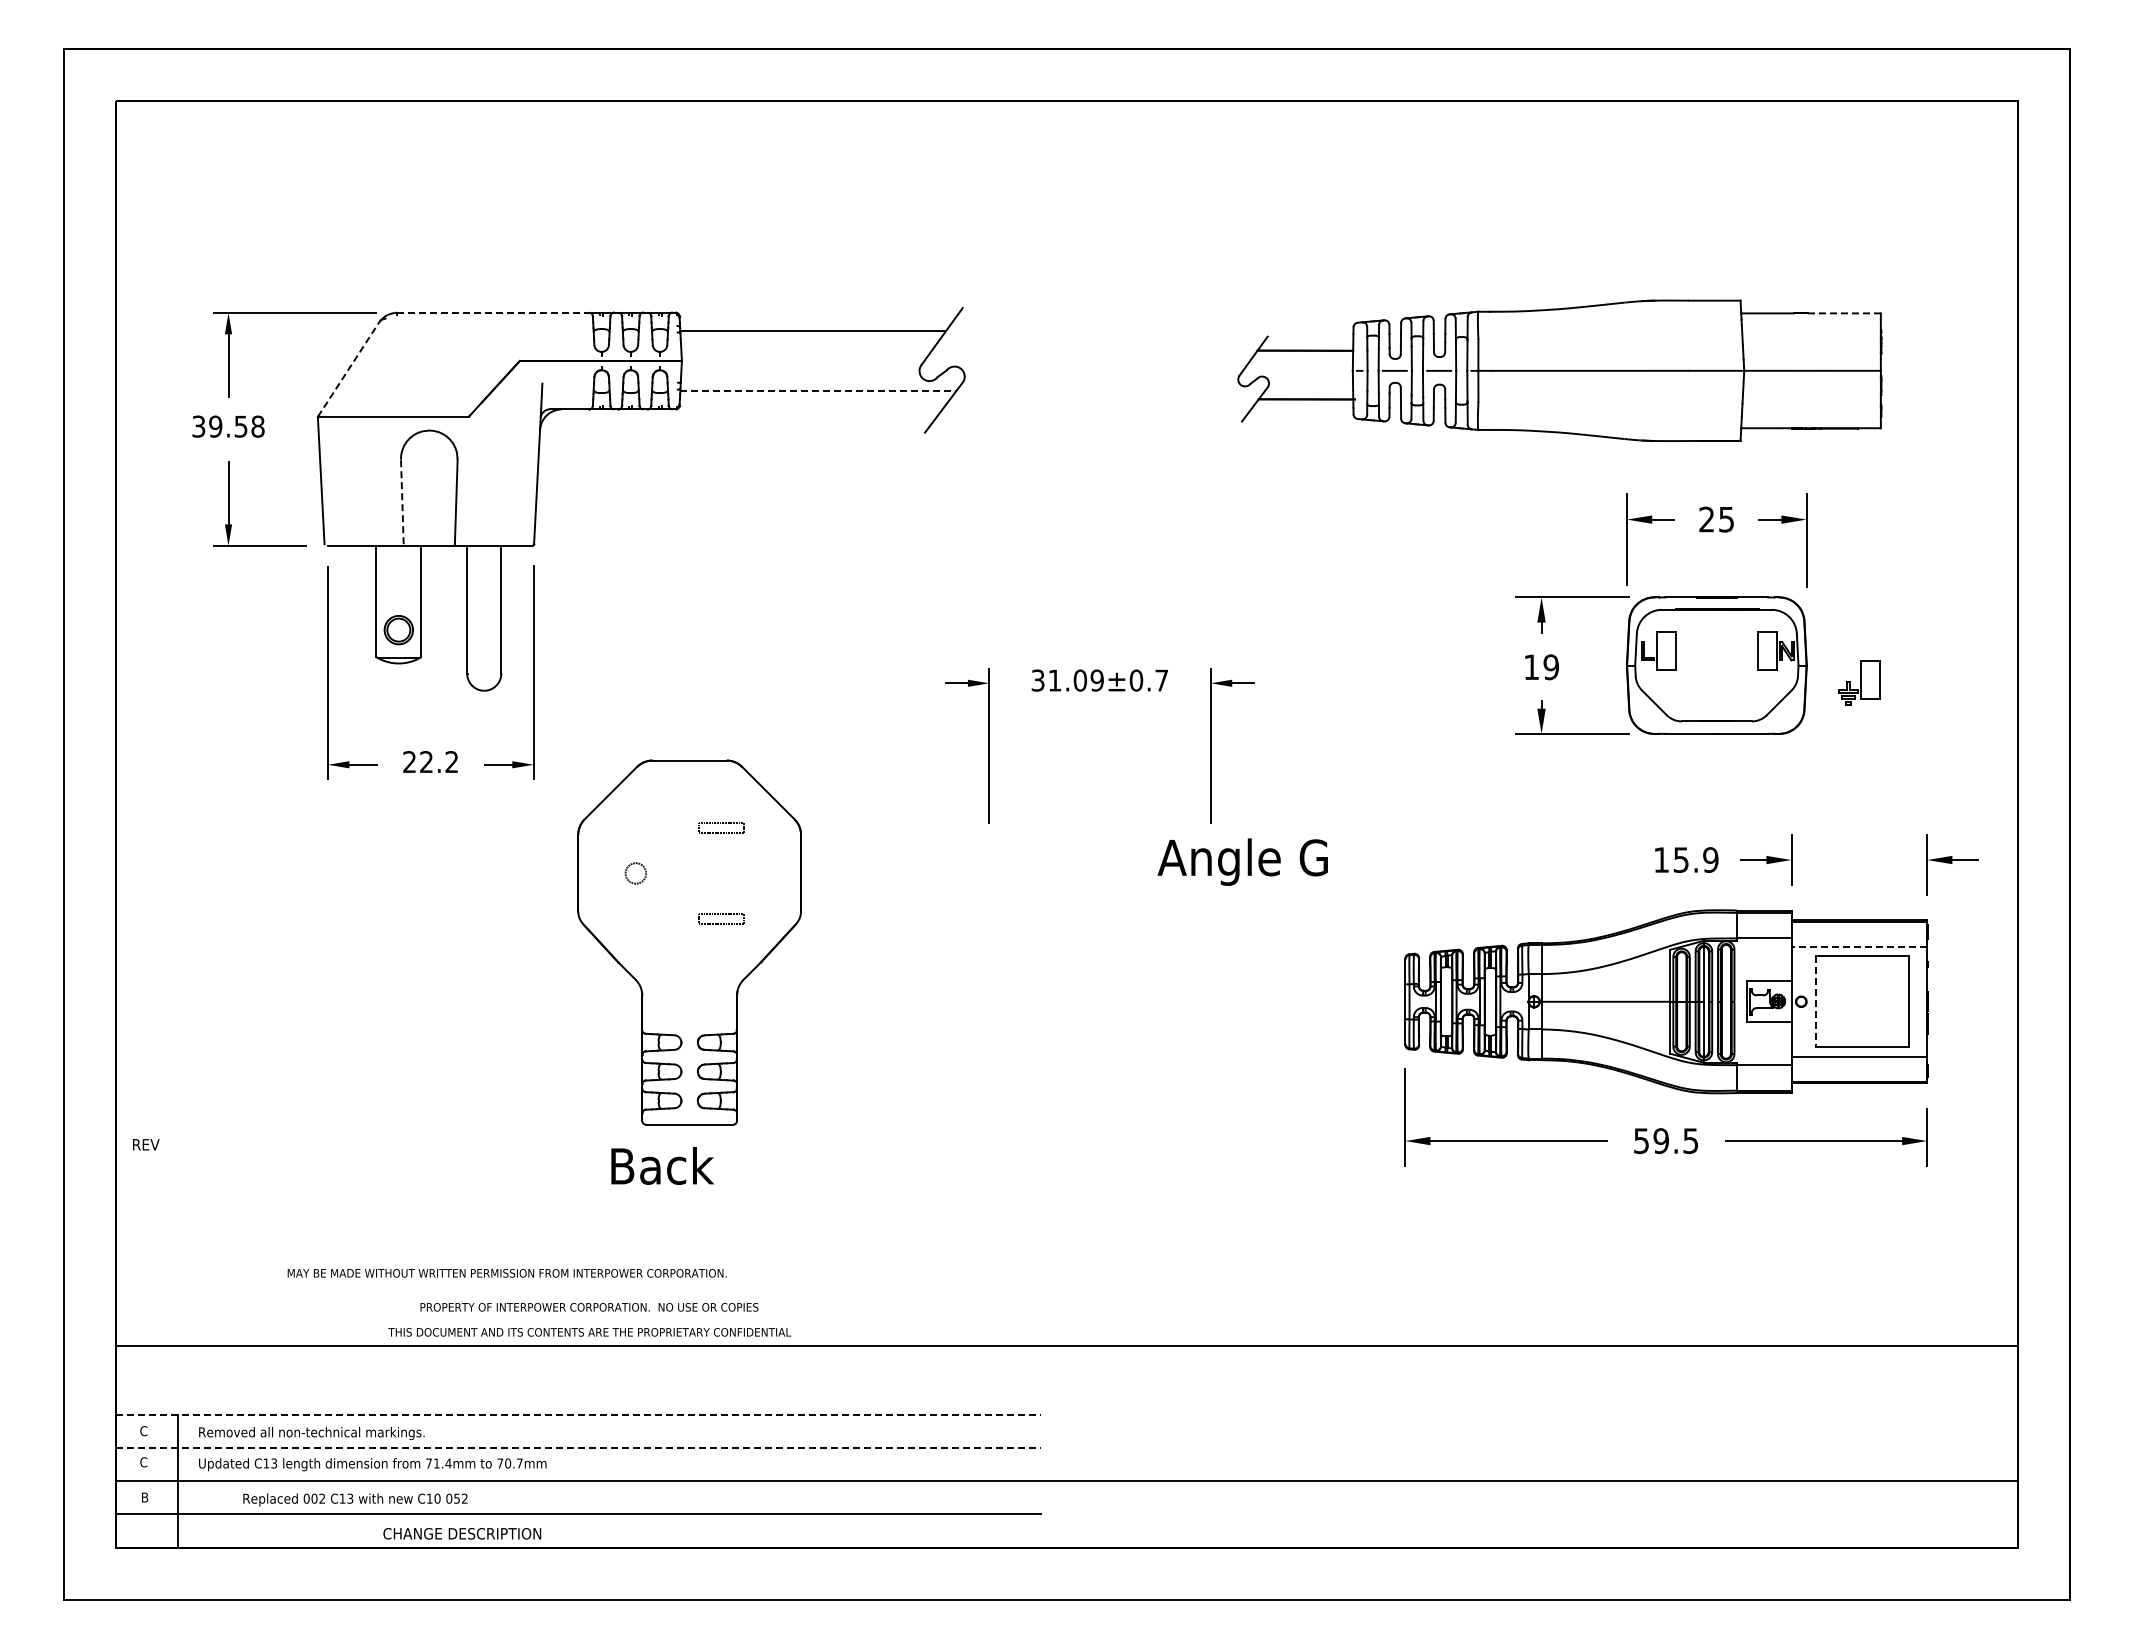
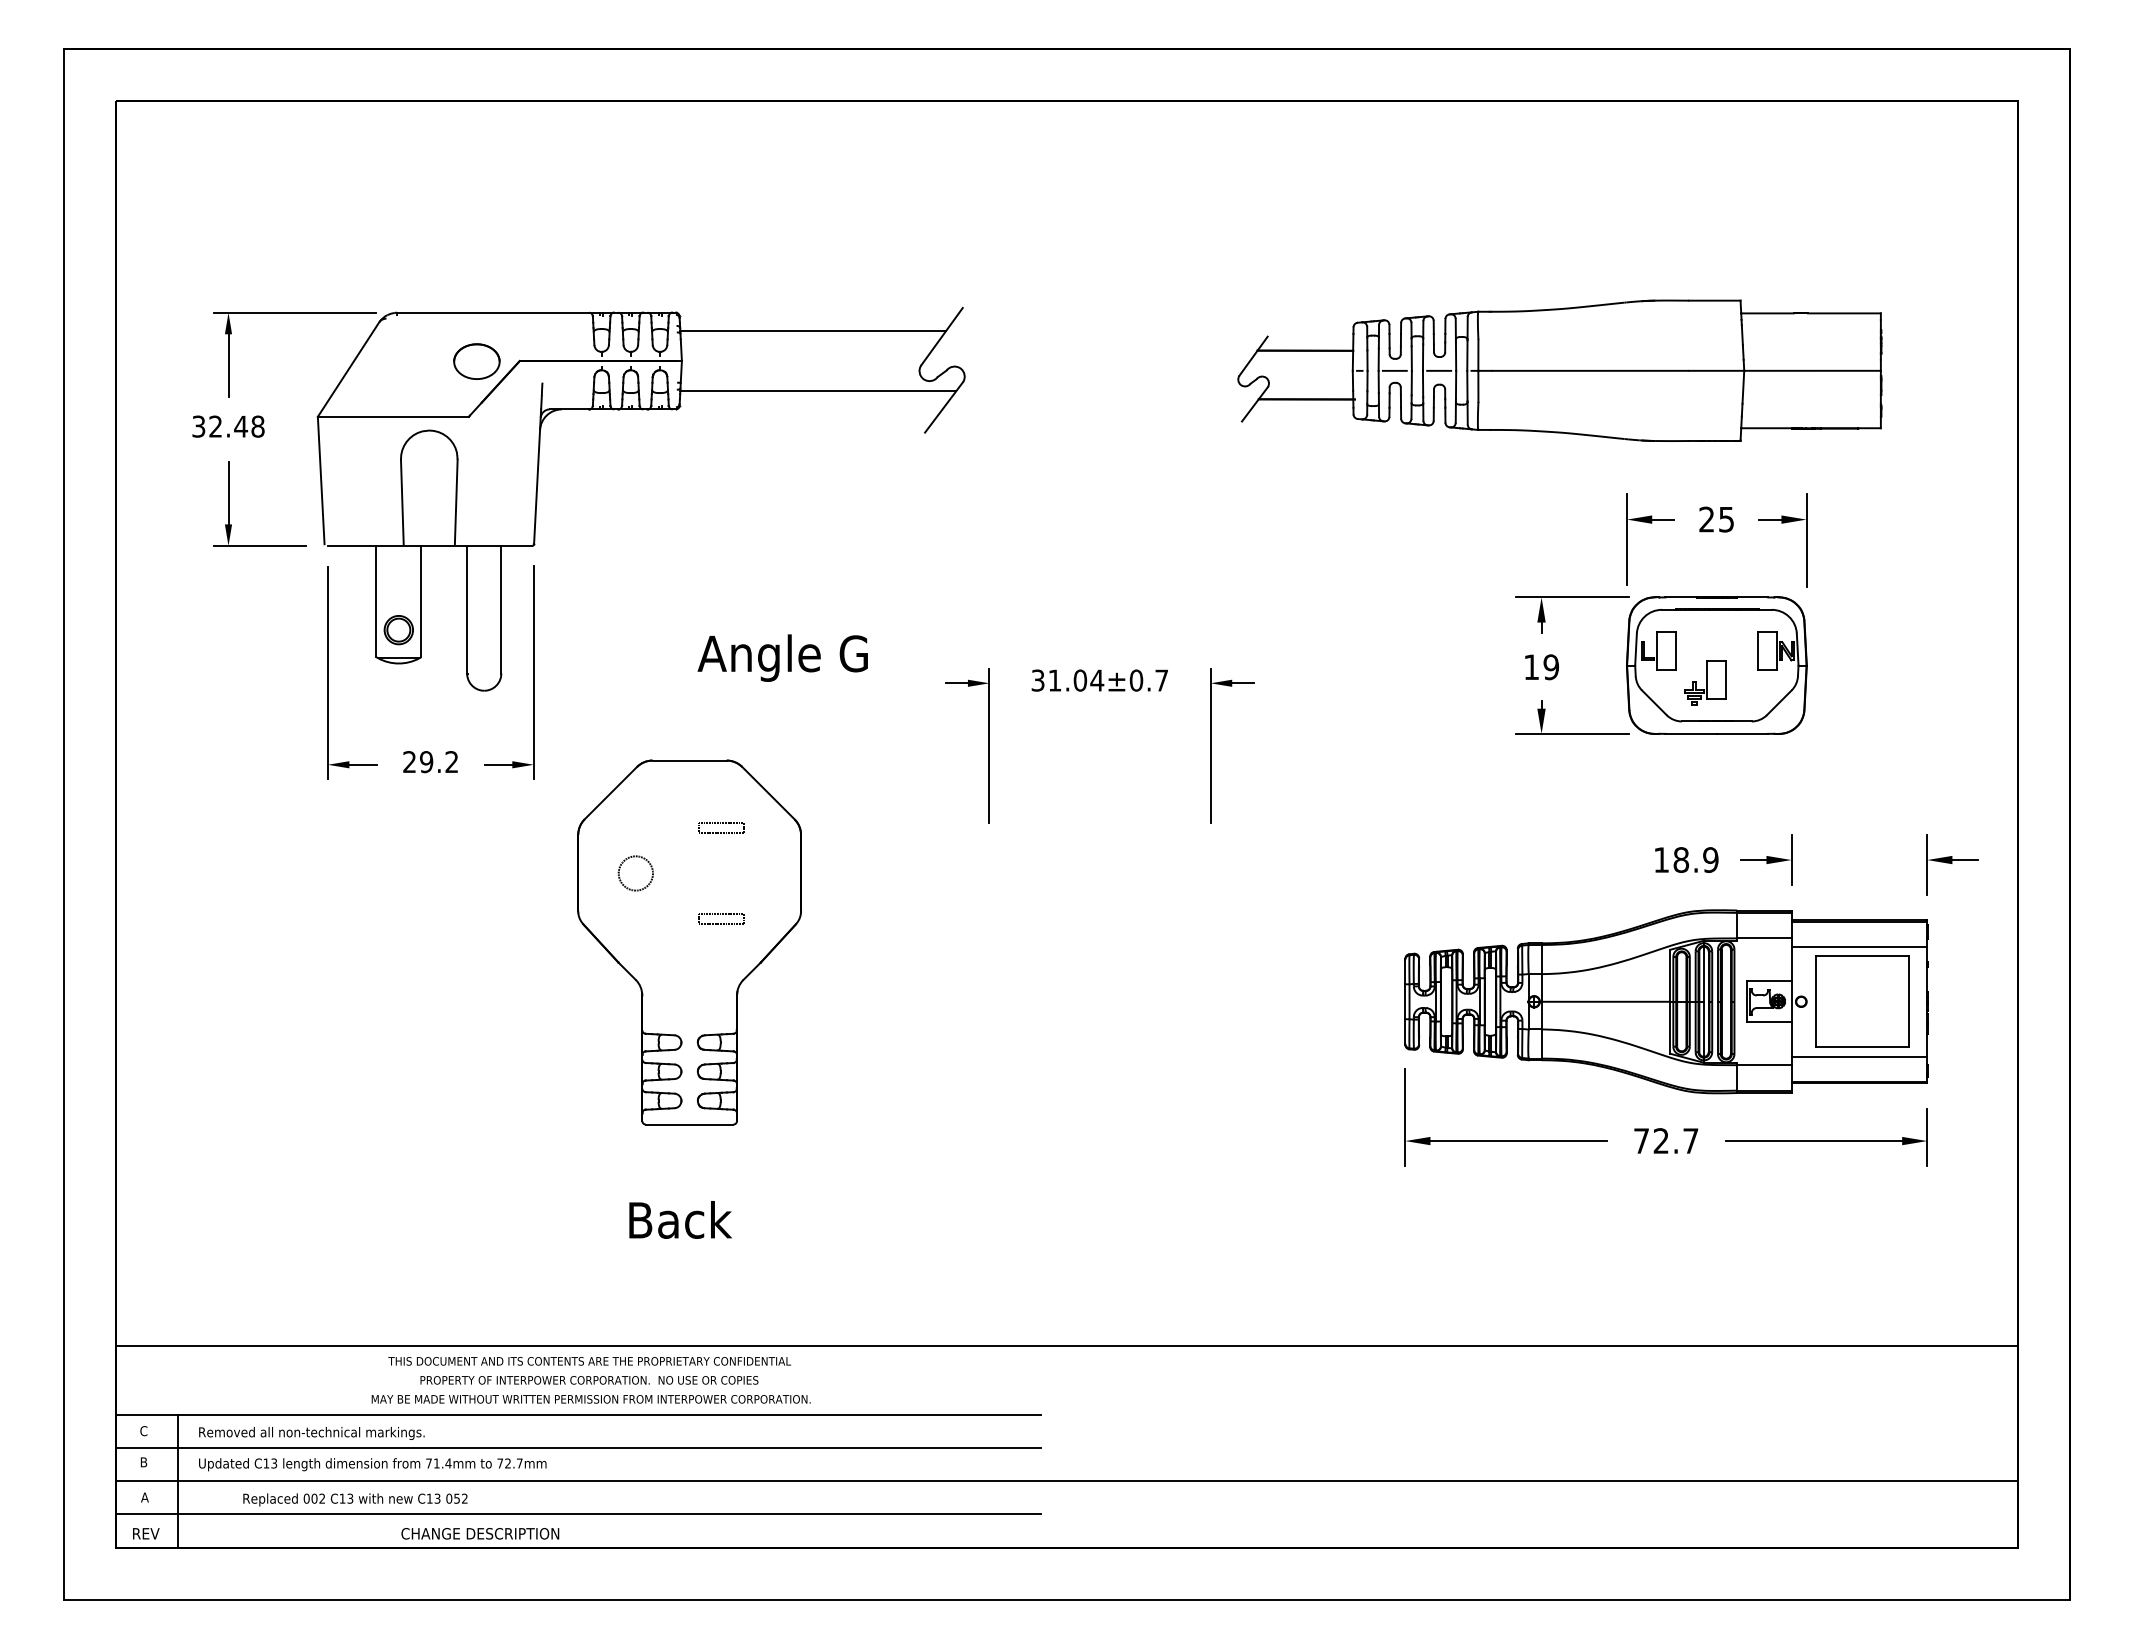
line at (493, 312): dashed -> solid
line at (1844, 313): dashed -> solid
part at (476, 361): none -> present
line at (348, 369): dashed -> solid
line at (818, 391): dashed -> solid
text at (228, 426): 39.58 -> 32.48
line at (402, 501): dashed -> solid
text at (1097, 680): 31.09±0.7 -> 31.04±0.7
part at (1859, 682) position: (1859, 682) -> (1705, 682)
text at (426, 762): 22.2 -> 29.2
text at (1681, 859): 15.9 -> 18.9
text at (1242, 861) position: (1242, 861) -> (782, 657)
circle at (635, 873) diameter: 21 px -> 34 px
line at (1859, 946): dashed -> solid
line at (1815, 1001): dashed -> solid
text at (1666, 1141): 59.5 -> 72.7
text at (146, 1144) position: (146, 1144) -> (146, 1533)
text at (662, 1165) position: (662, 1165) -> (680, 1219)
text at (506, 1273) position: (506, 1273) -> (590, 1399)
text at (589, 1307) position: (589, 1307) -> (589, 1380)
text at (589, 1332) position: (589, 1332) -> (589, 1361)
line at (578, 1415): dashed -> solid
line at (578, 1448): dashed -> solid
text at (143, 1462): C -> B
text at (508, 1463): 70.7mm -> 72.7mm
text at (144, 1497): B -> A
text at (437, 1498): C10 -> C13
text at (462, 1533) position: (462, 1533) -> (480, 1533)
